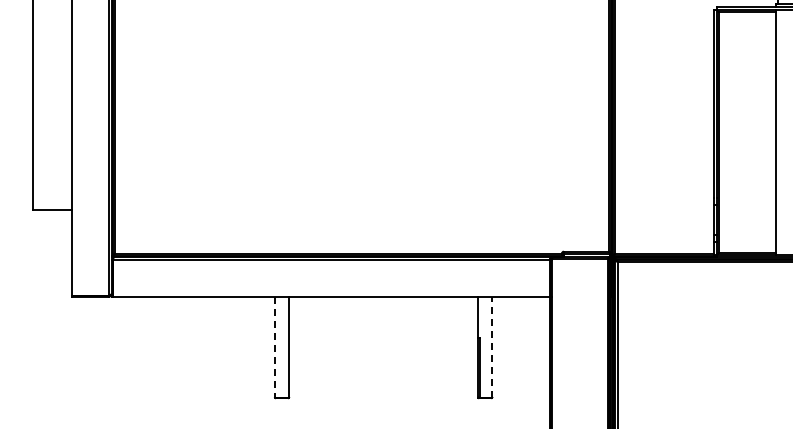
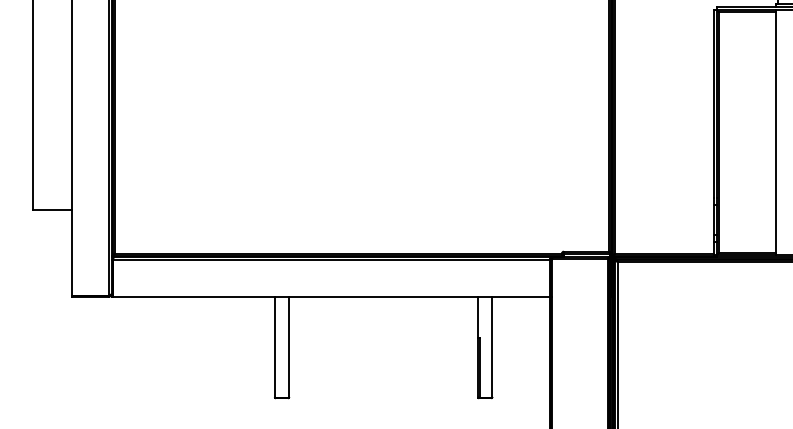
line at (492, 346): dashed -> solid
line at (275, 347): dashed -> solid
